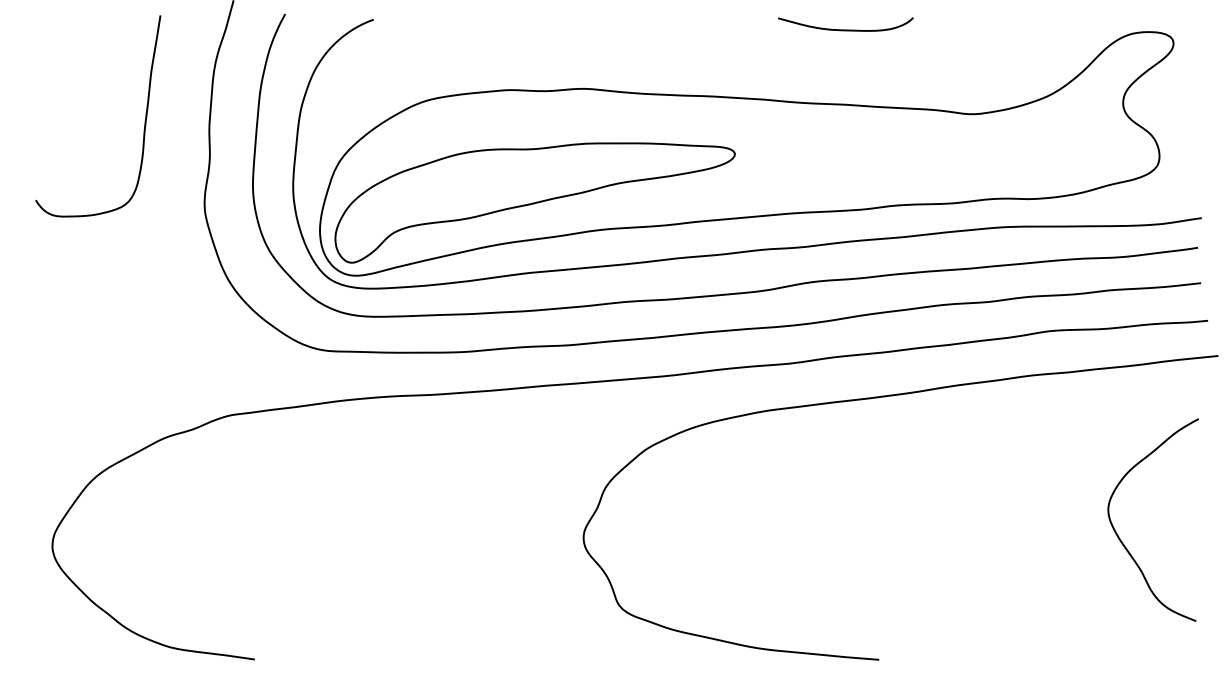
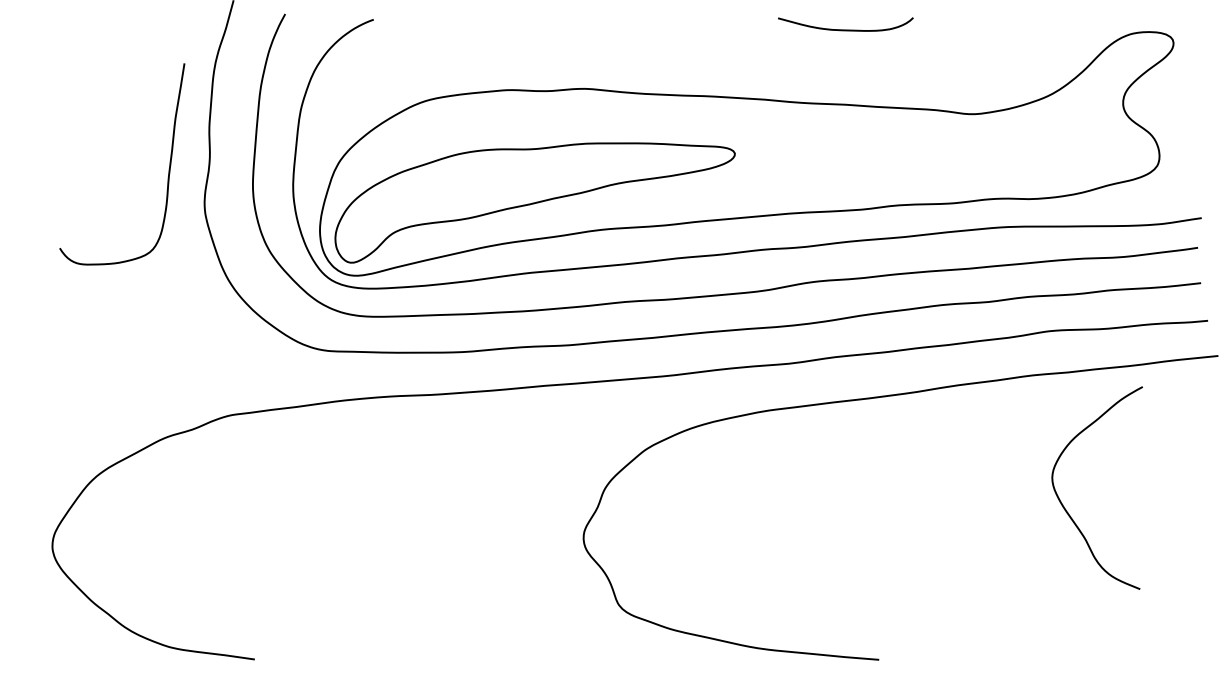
curve at (144, 121) position: (144, 121) -> (168, 169)
curve at (1119, 536) position: (1119, 536) -> (1063, 504)
